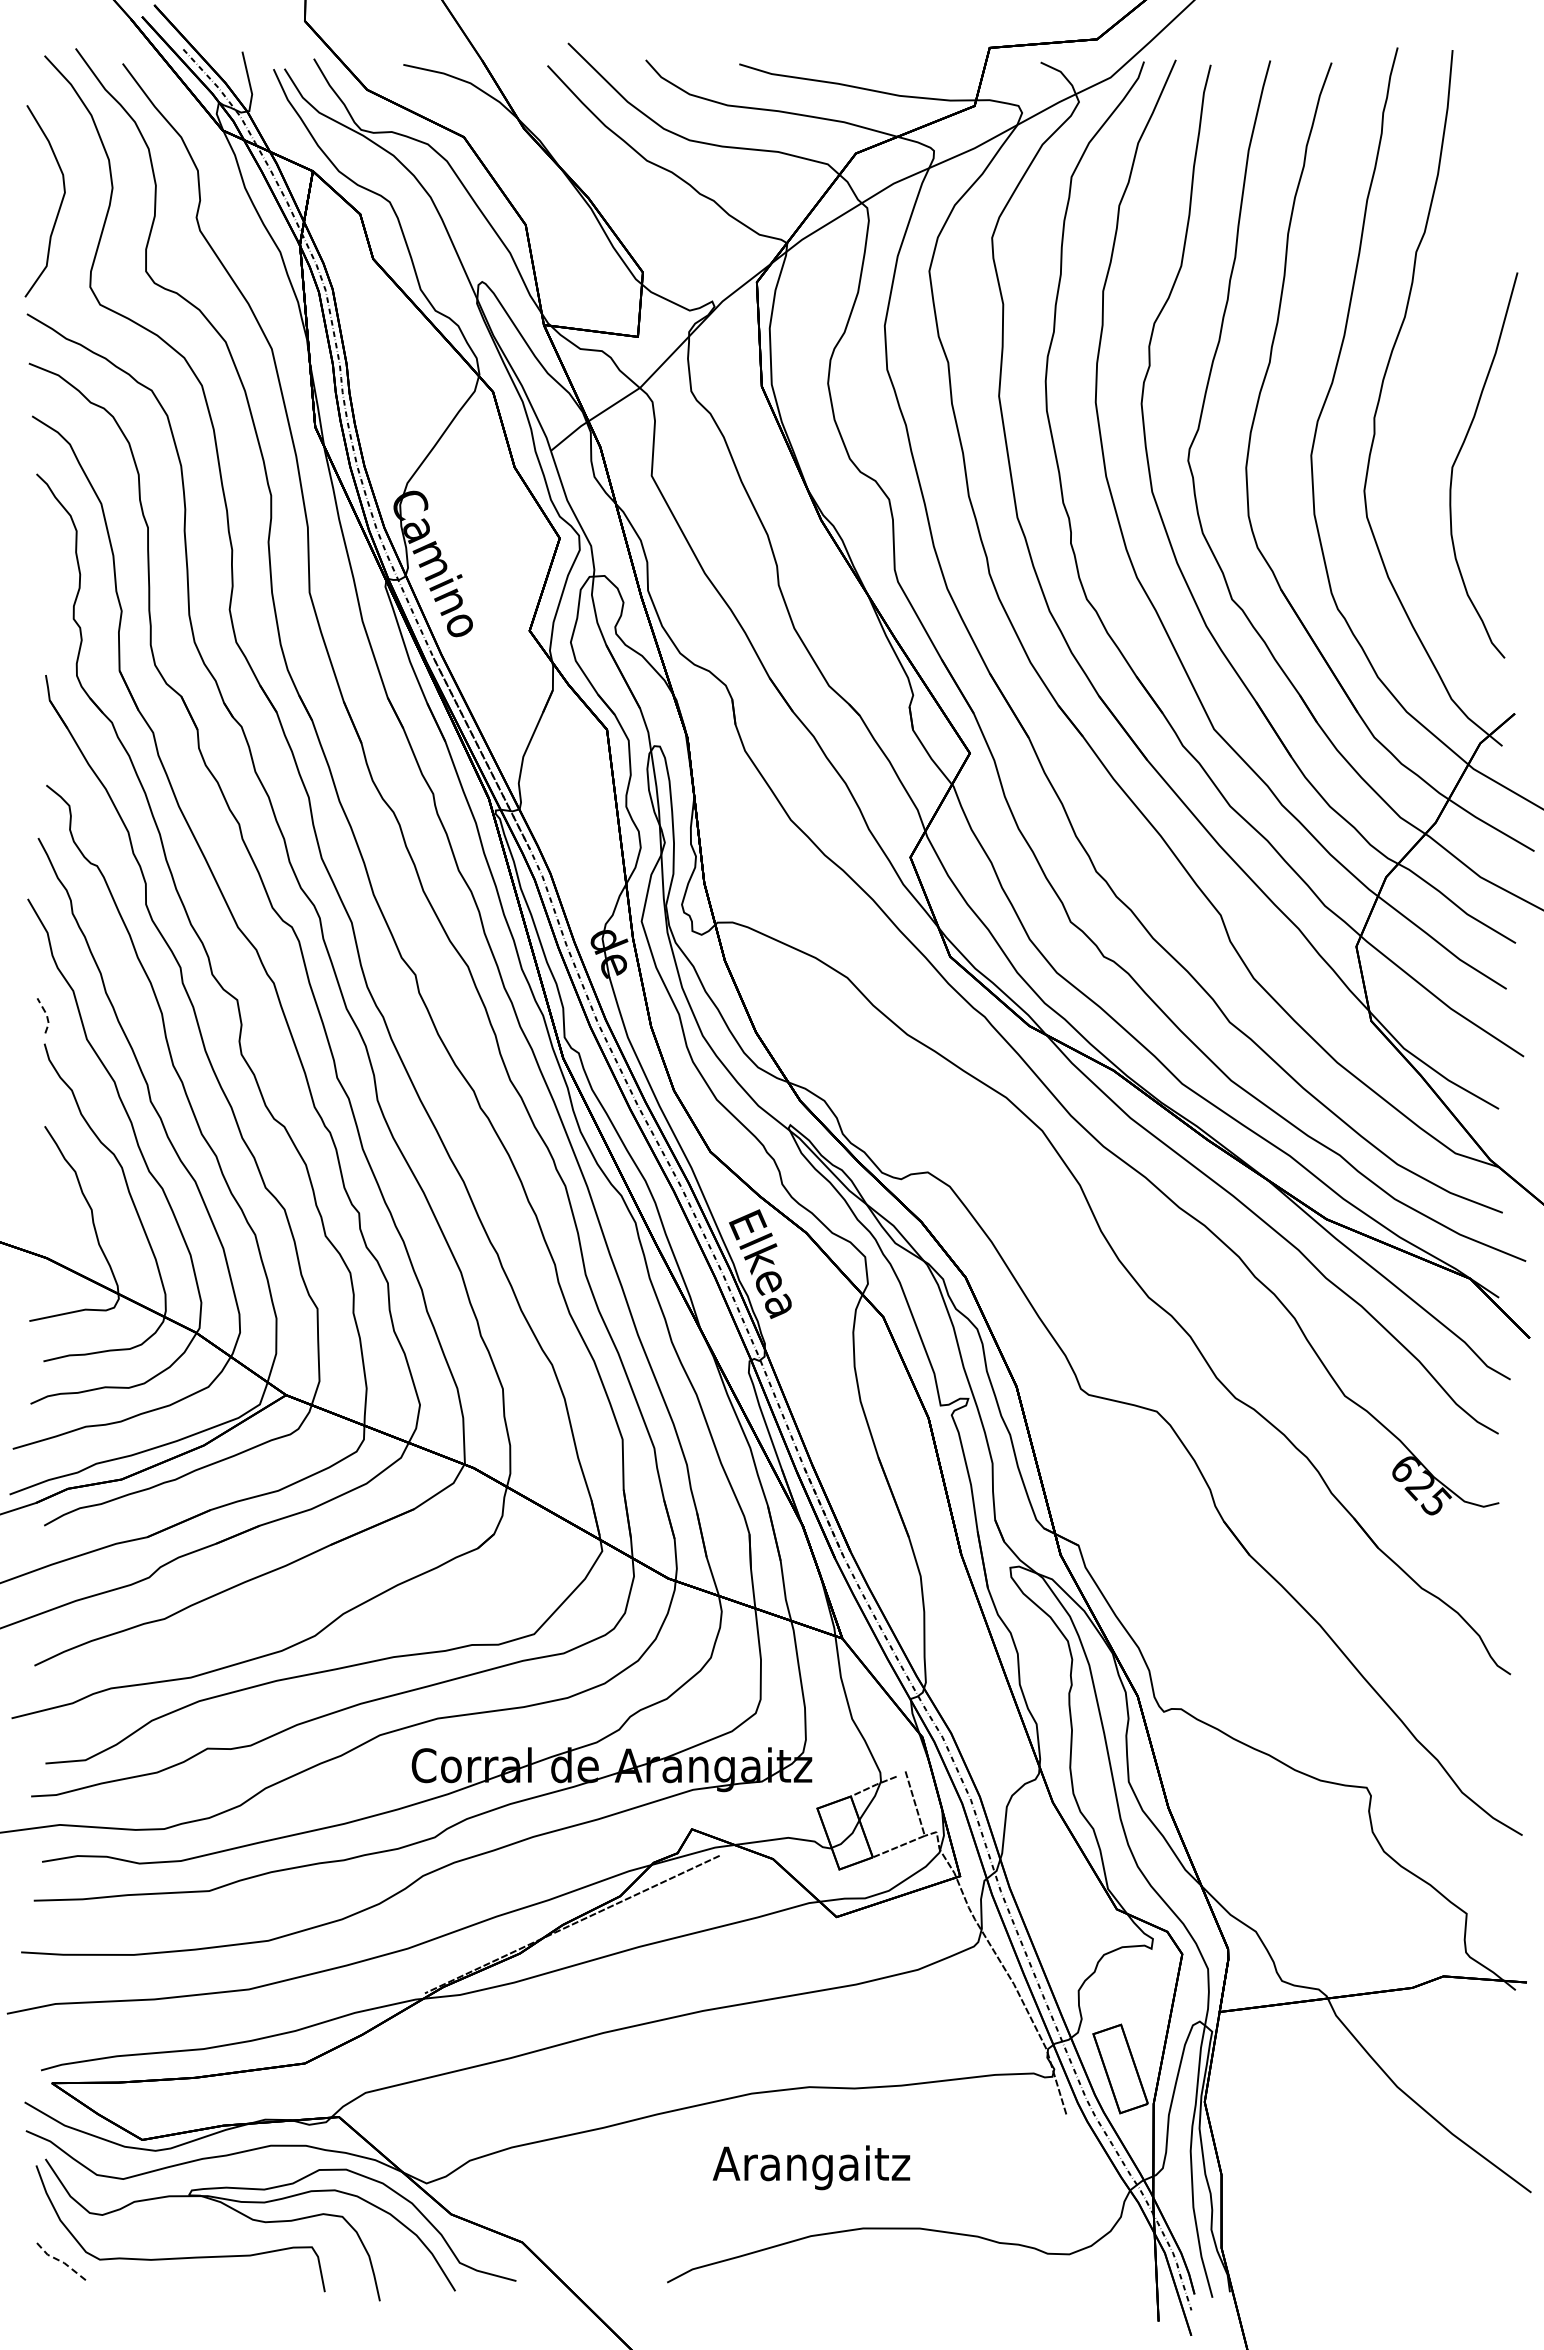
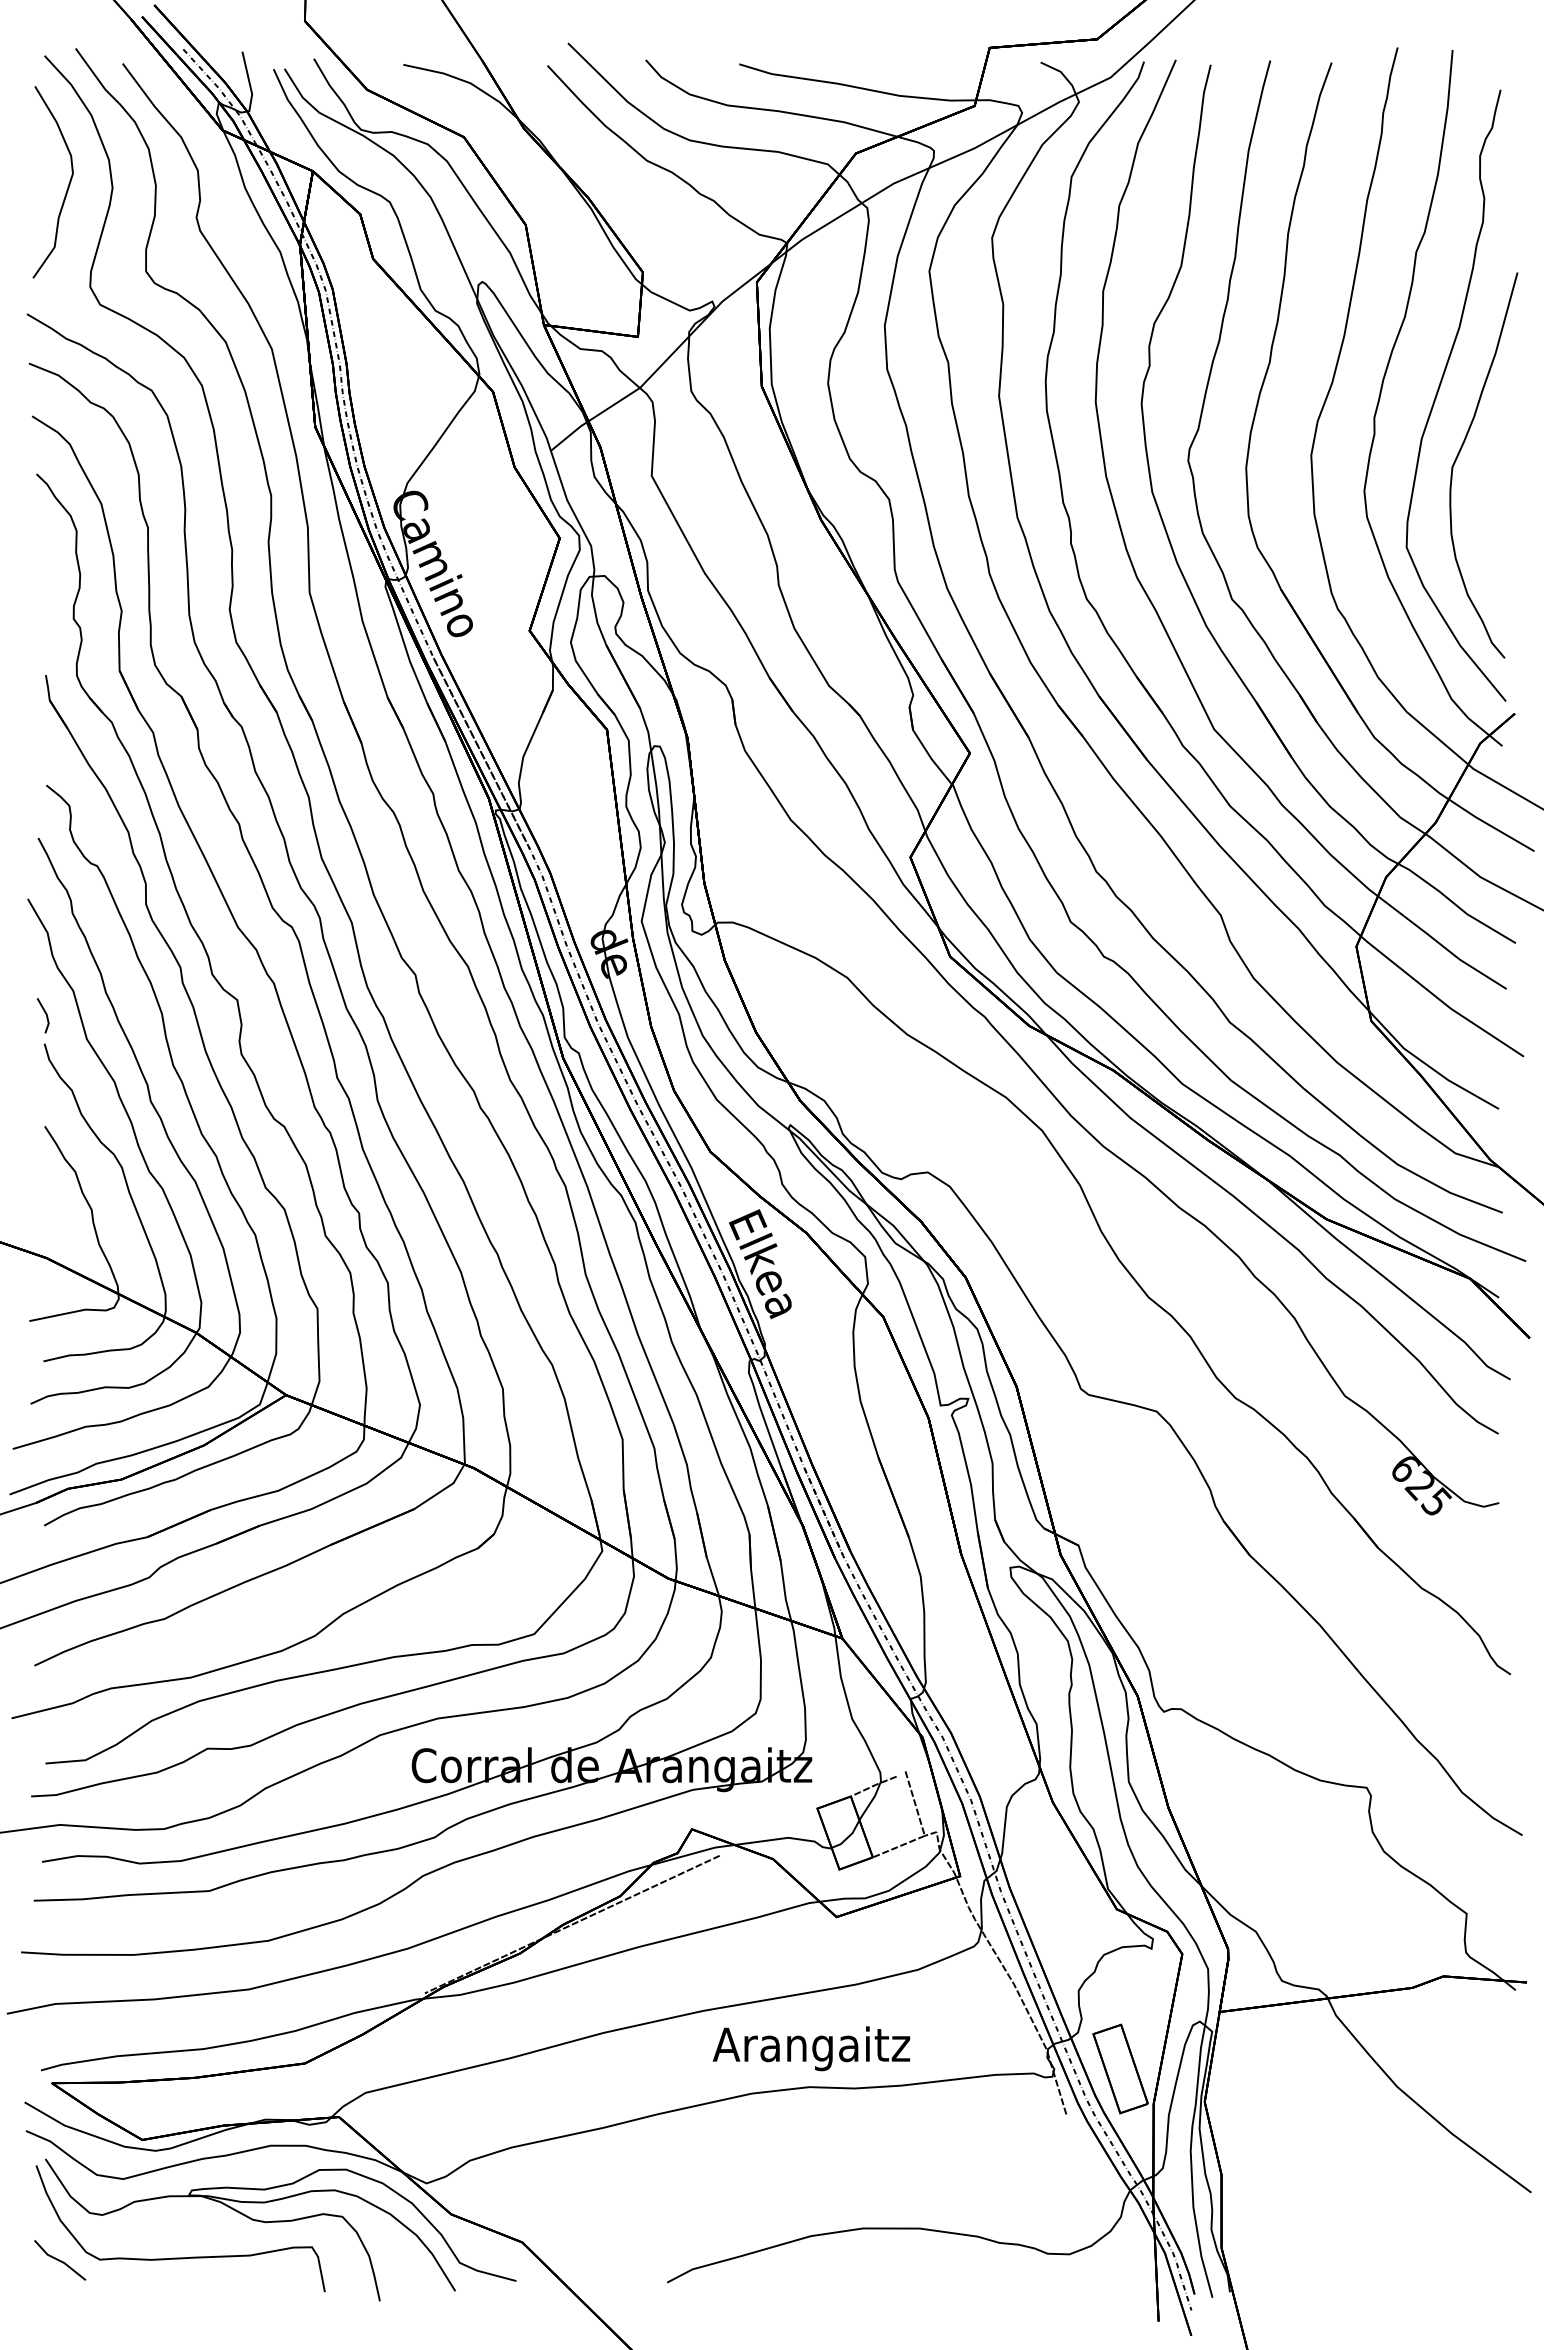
curve at (59, 205) position: (59, 205) -> (67, 186)
curve at (1439, 390): none -> present
line at (46, 1015): dashed -> solid
text at (811, 2167) position: (811, 2167) -> (811, 2048)
line at (59, 2260): dashed -> solid
